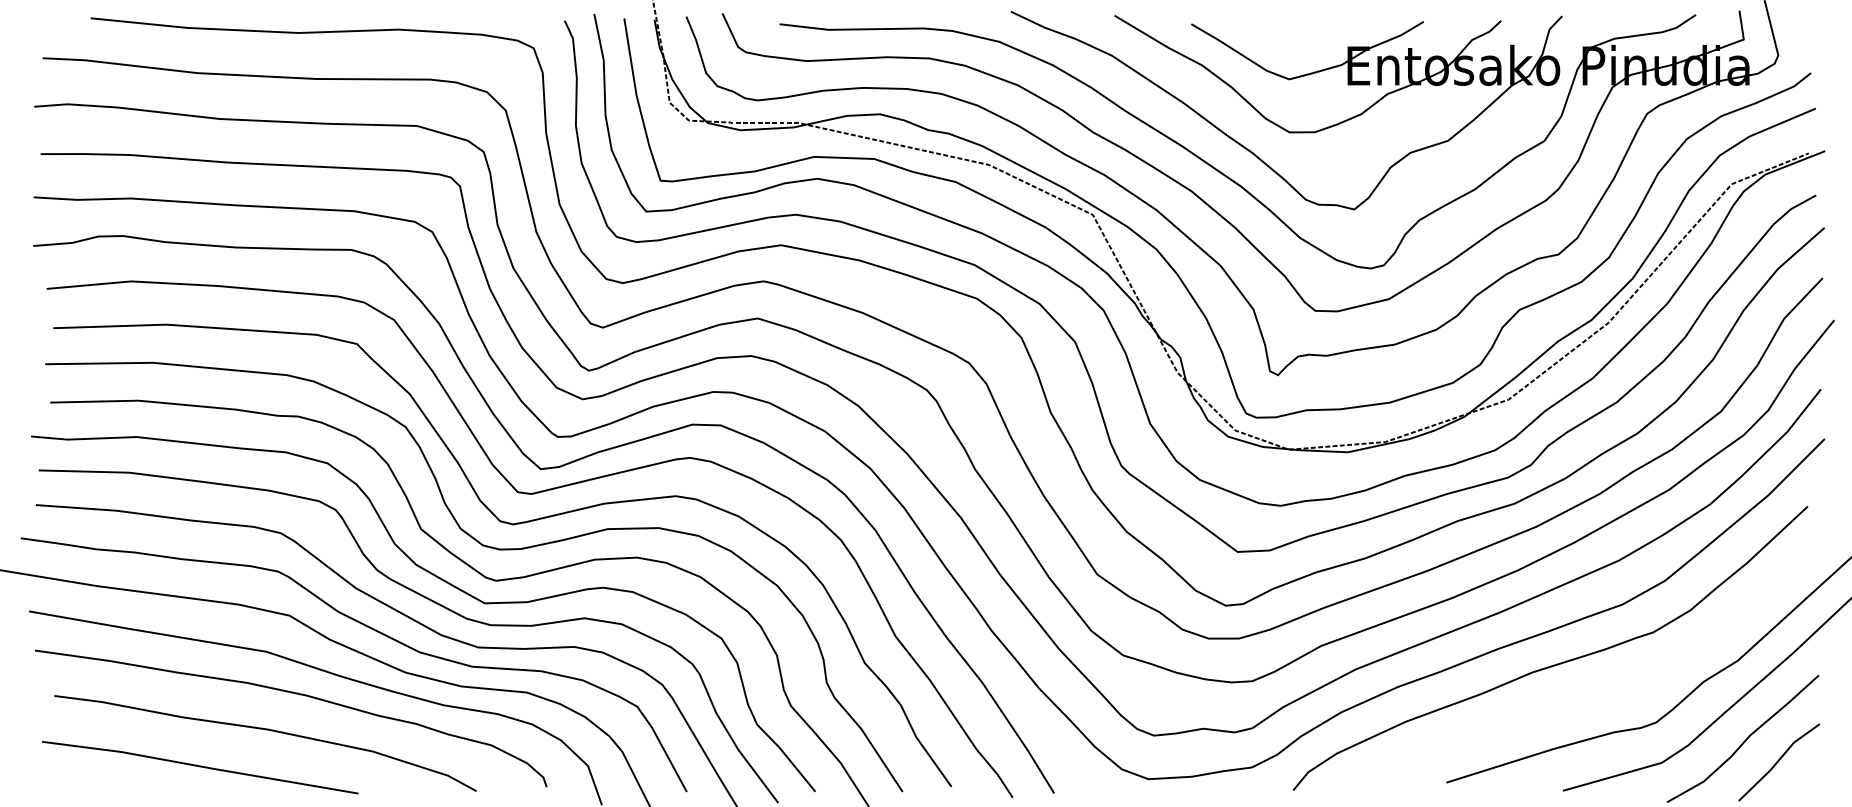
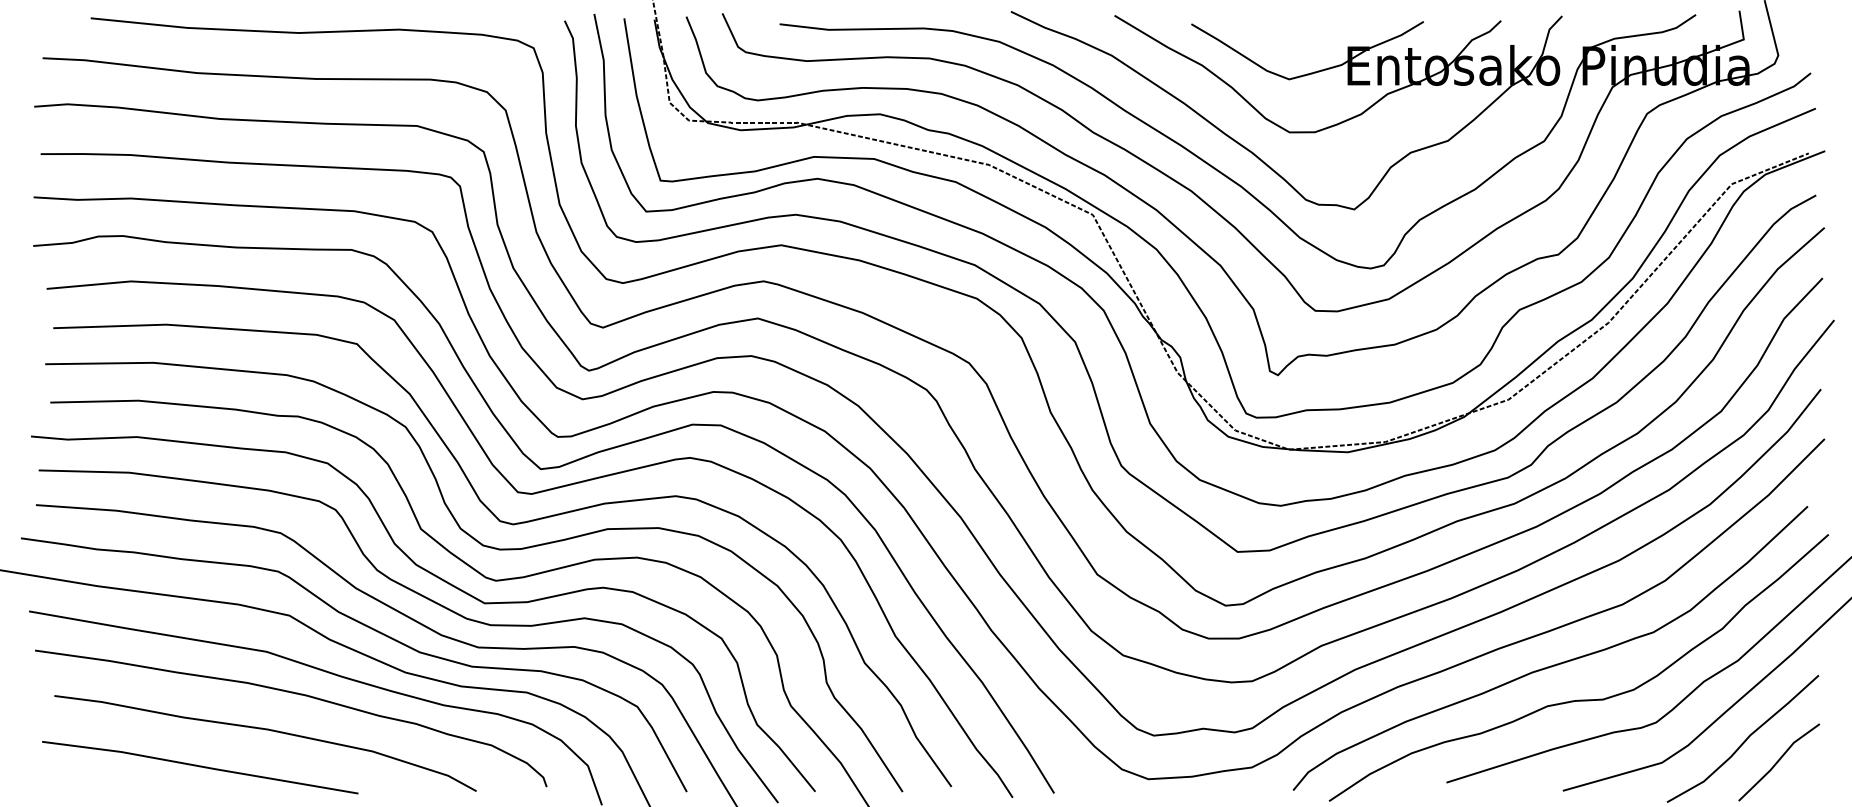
curve at (1578, 699): none -> present
